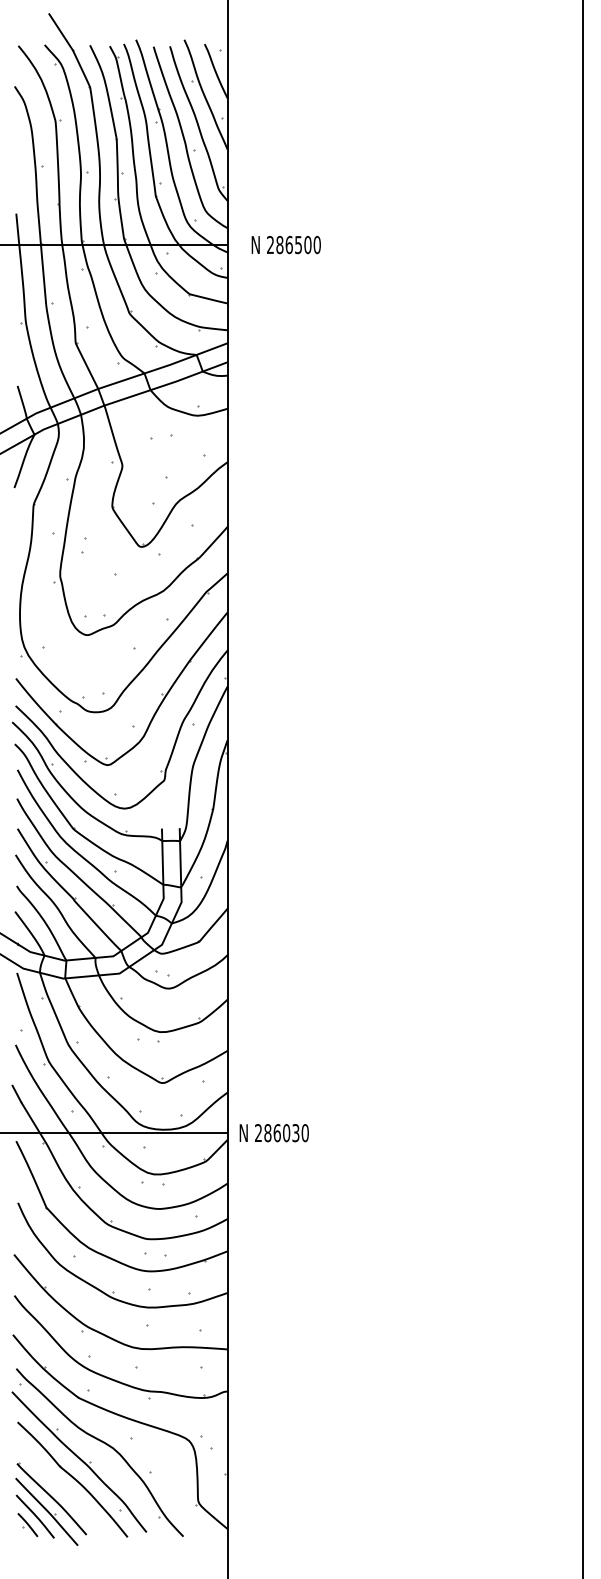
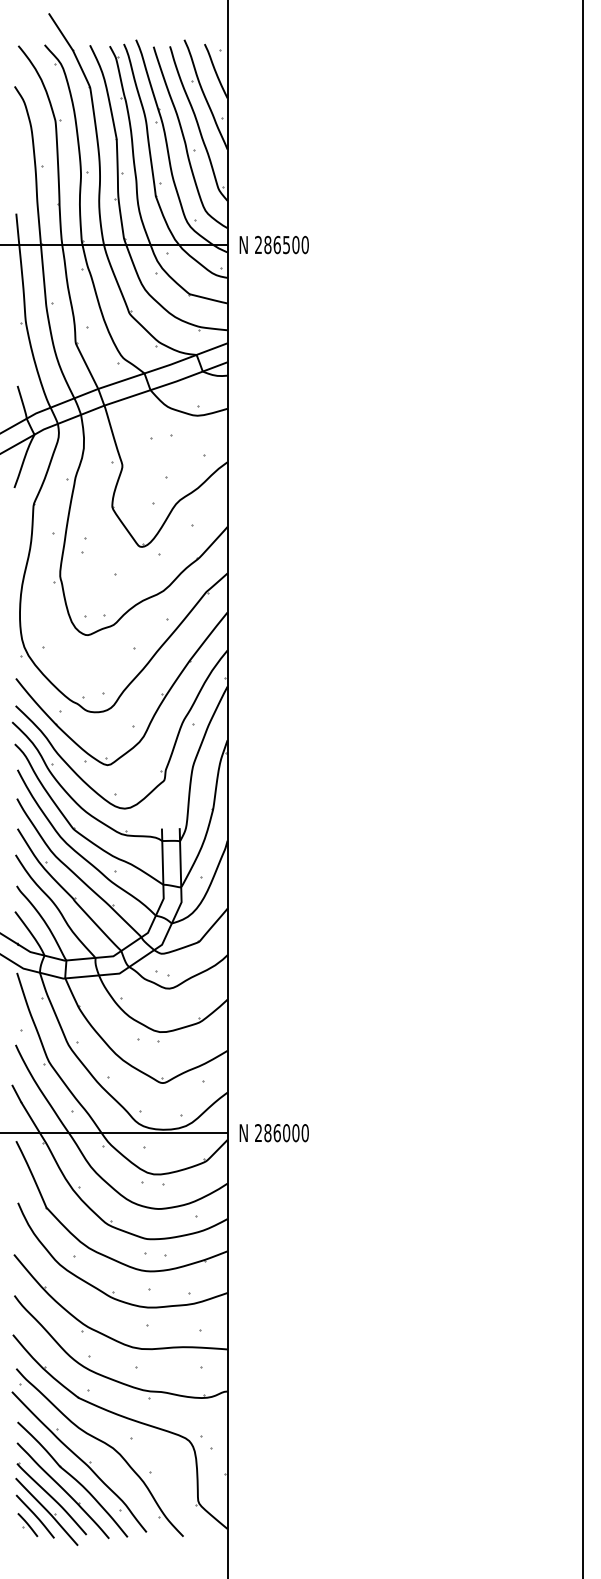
text at (285, 244) position: (285, 244) -> (273, 244)
text at (295, 1133): 286030 -> 286000
part at (62, 1490): none -> present
